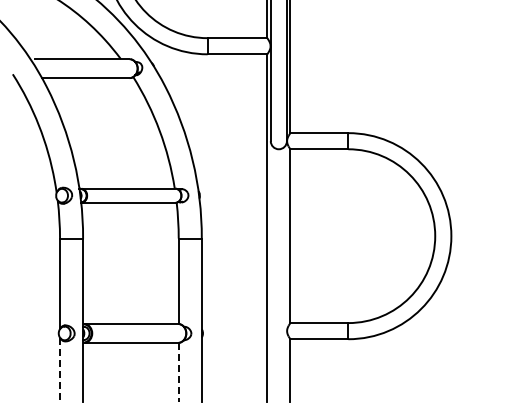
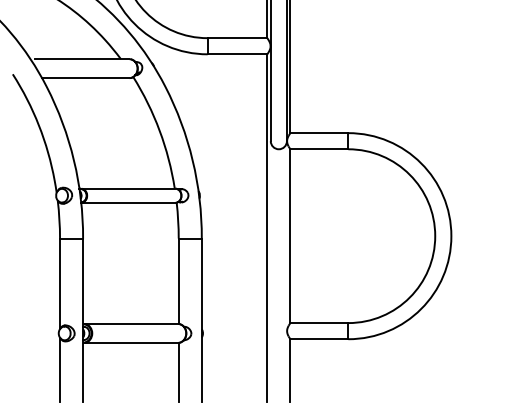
line at (60, 370): dashed -> solid
line at (178, 372): dashed -> solid
